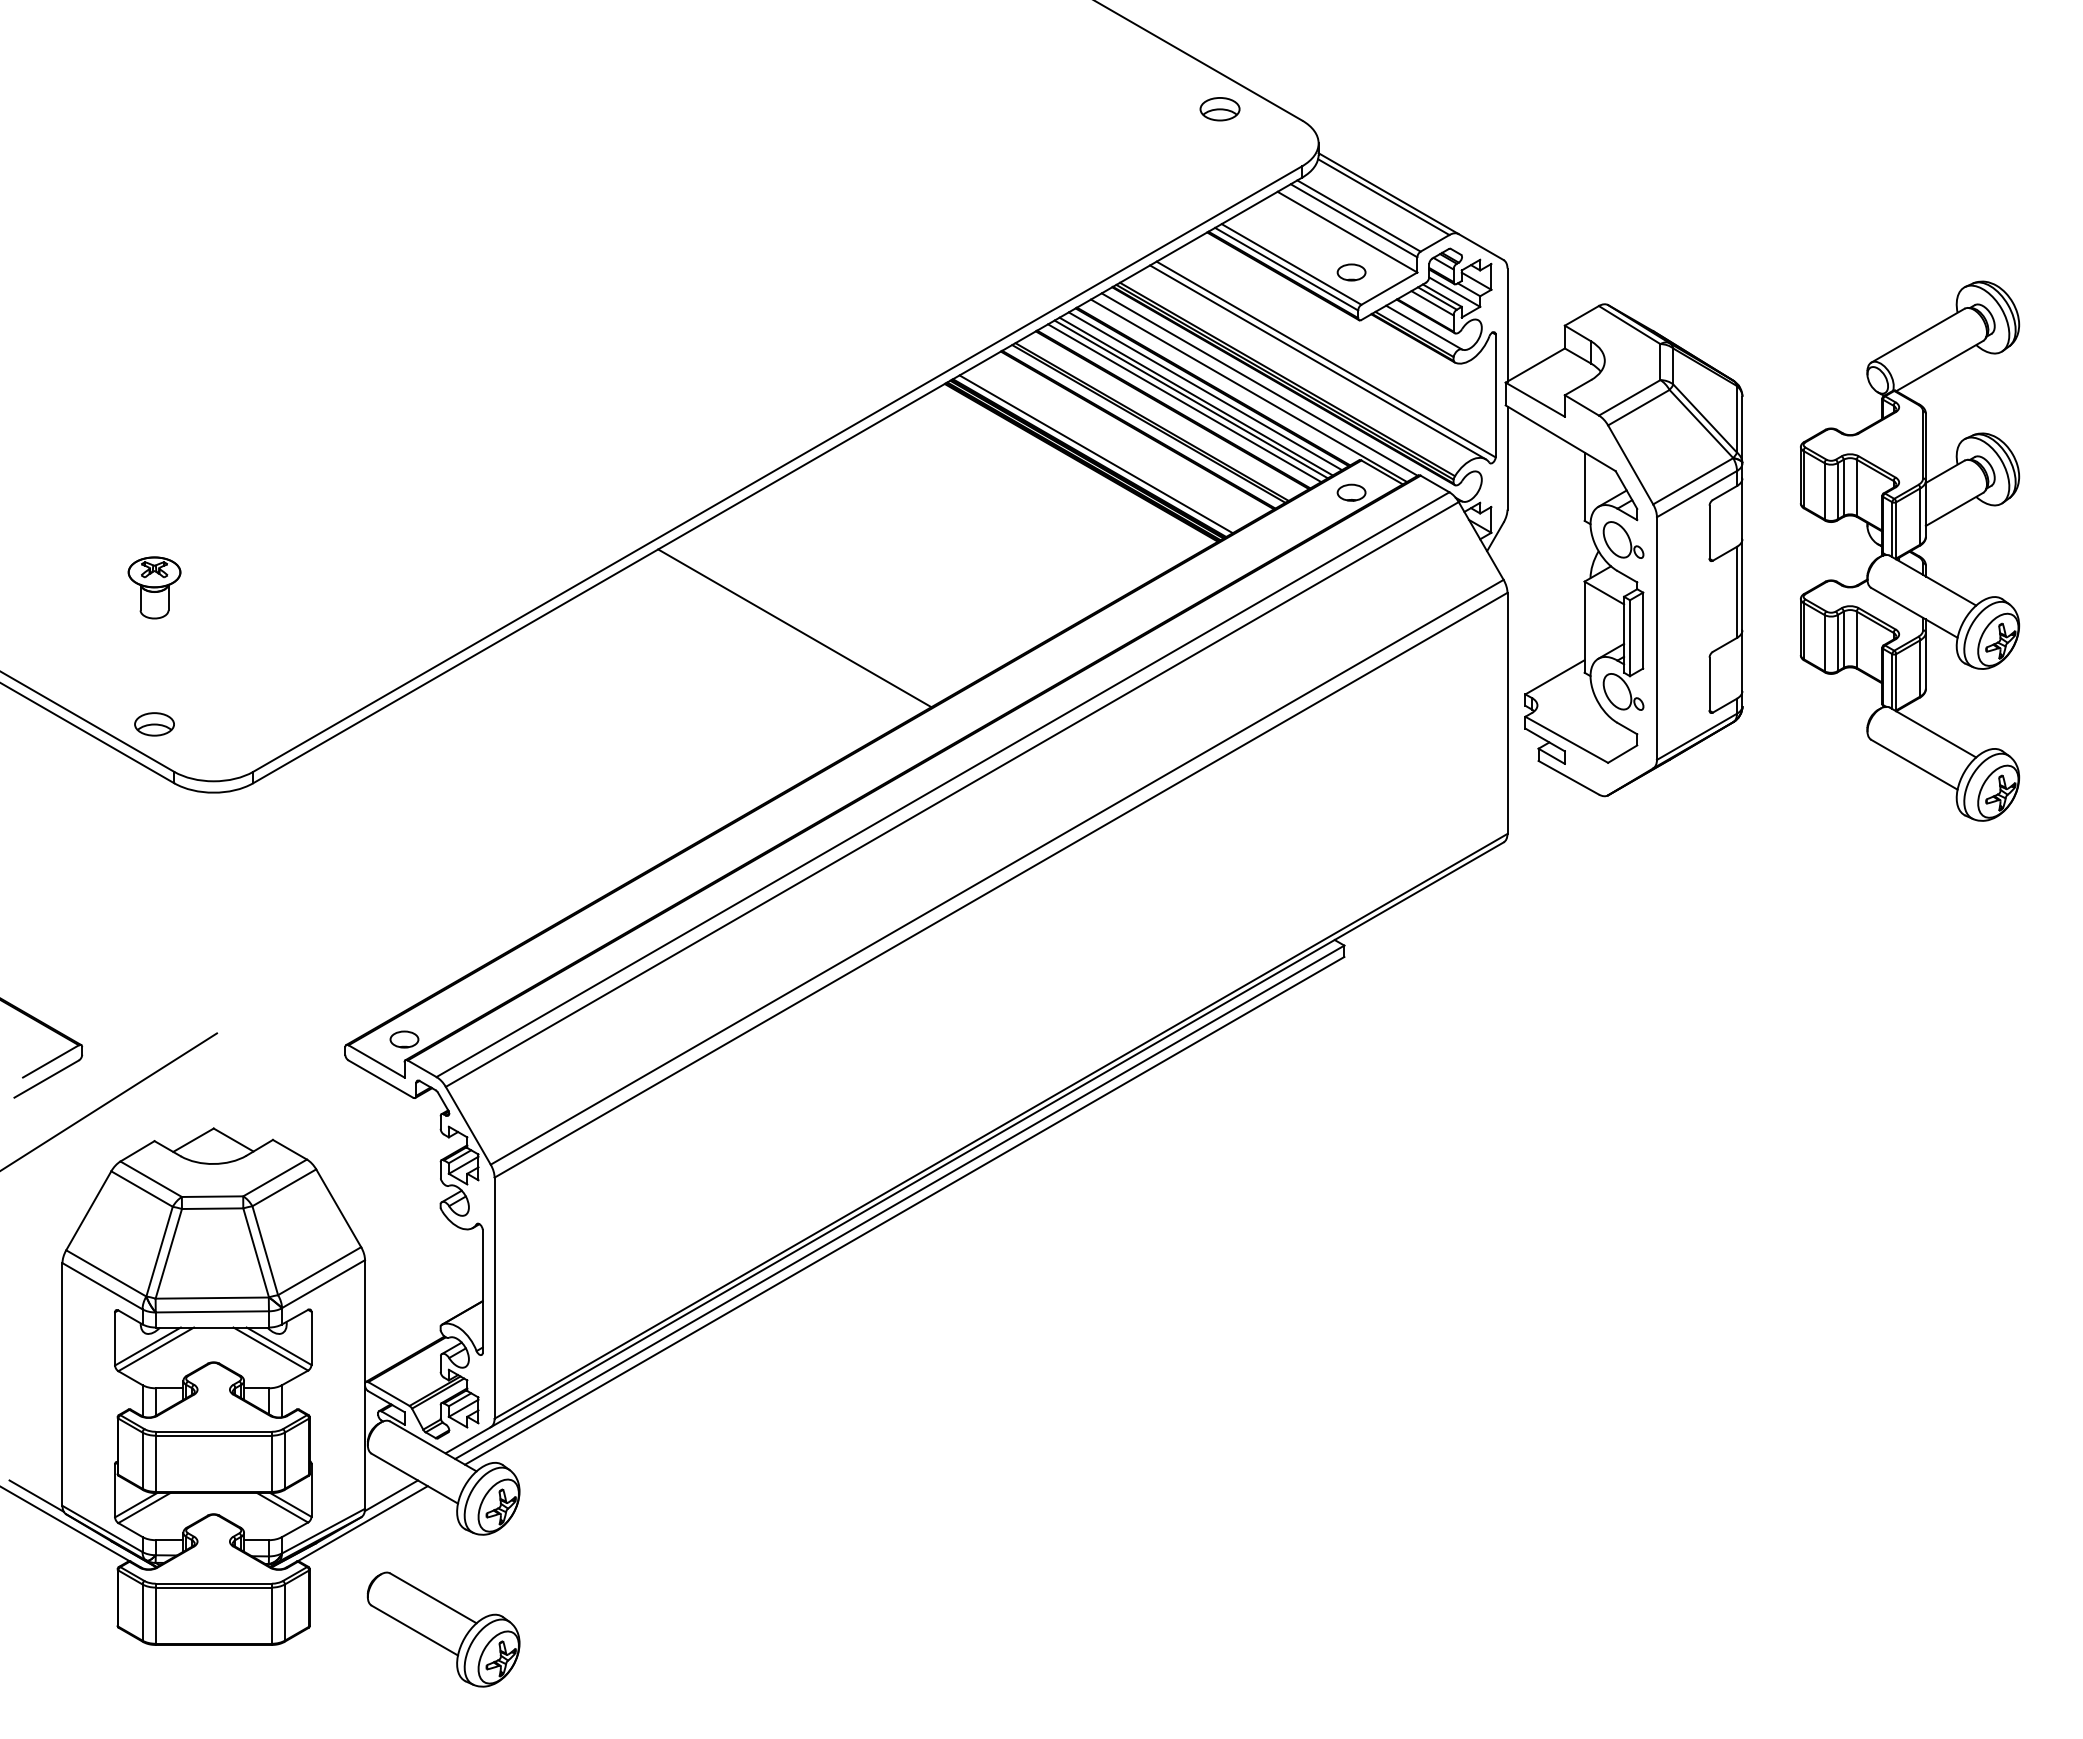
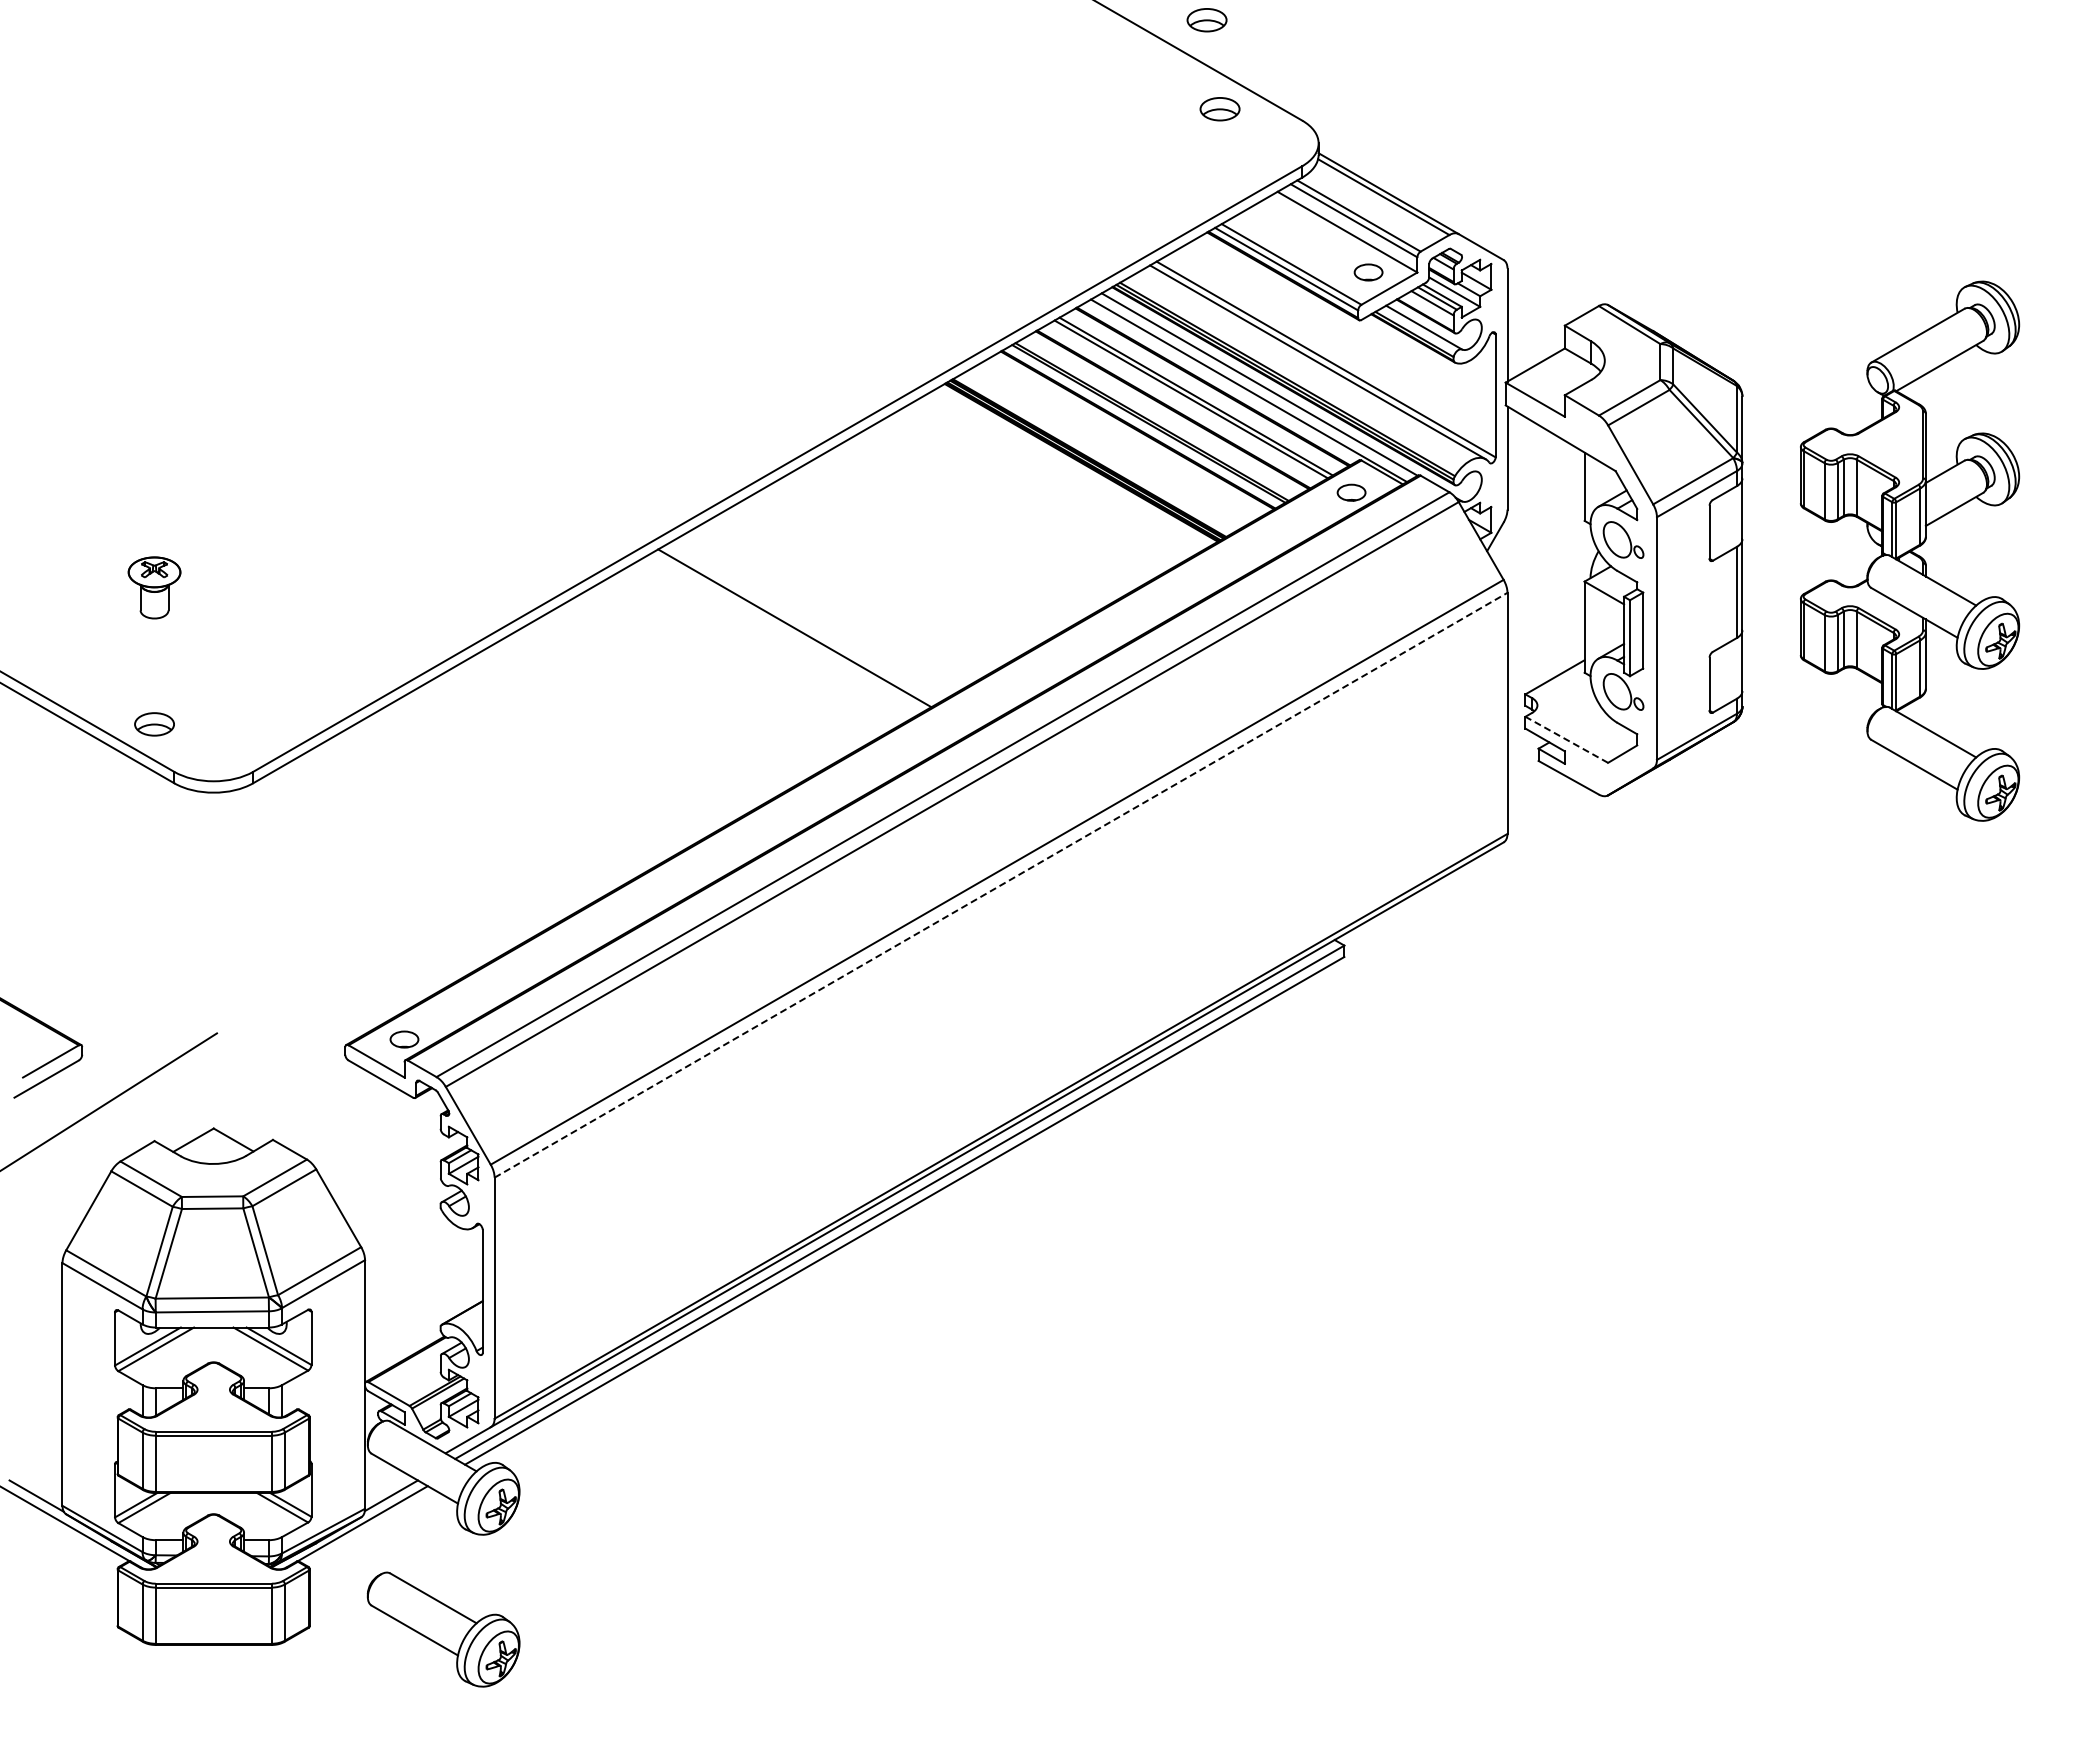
part at (1206, 20): none -> present
part at (1351, 272) position: (1351, 272) -> (1368, 272)
line at (1205, 391): present -> none
line at (1184, 403): present -> none
line at (1095, 454): present -> none
line at (1566, 739): solid -> dashed
line at (1001, 885): solid -> dashed
